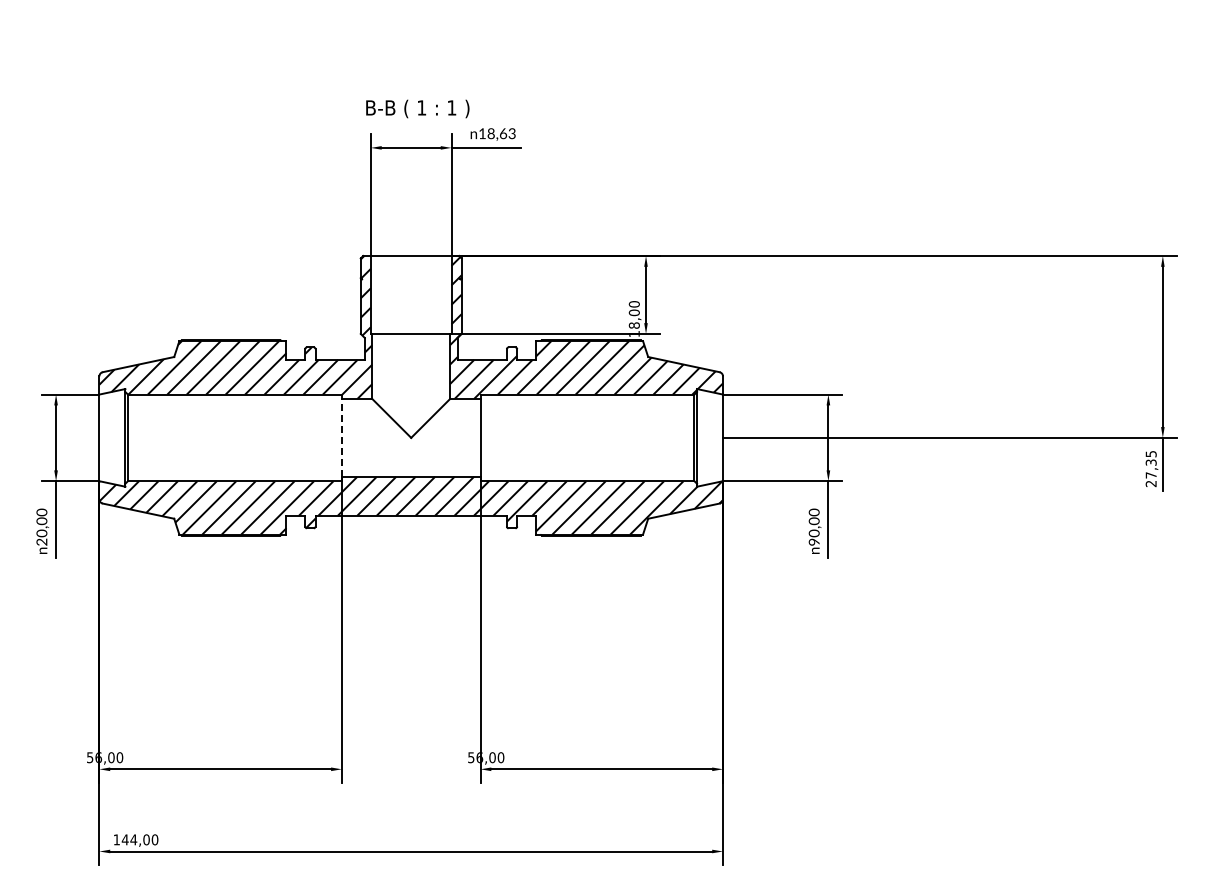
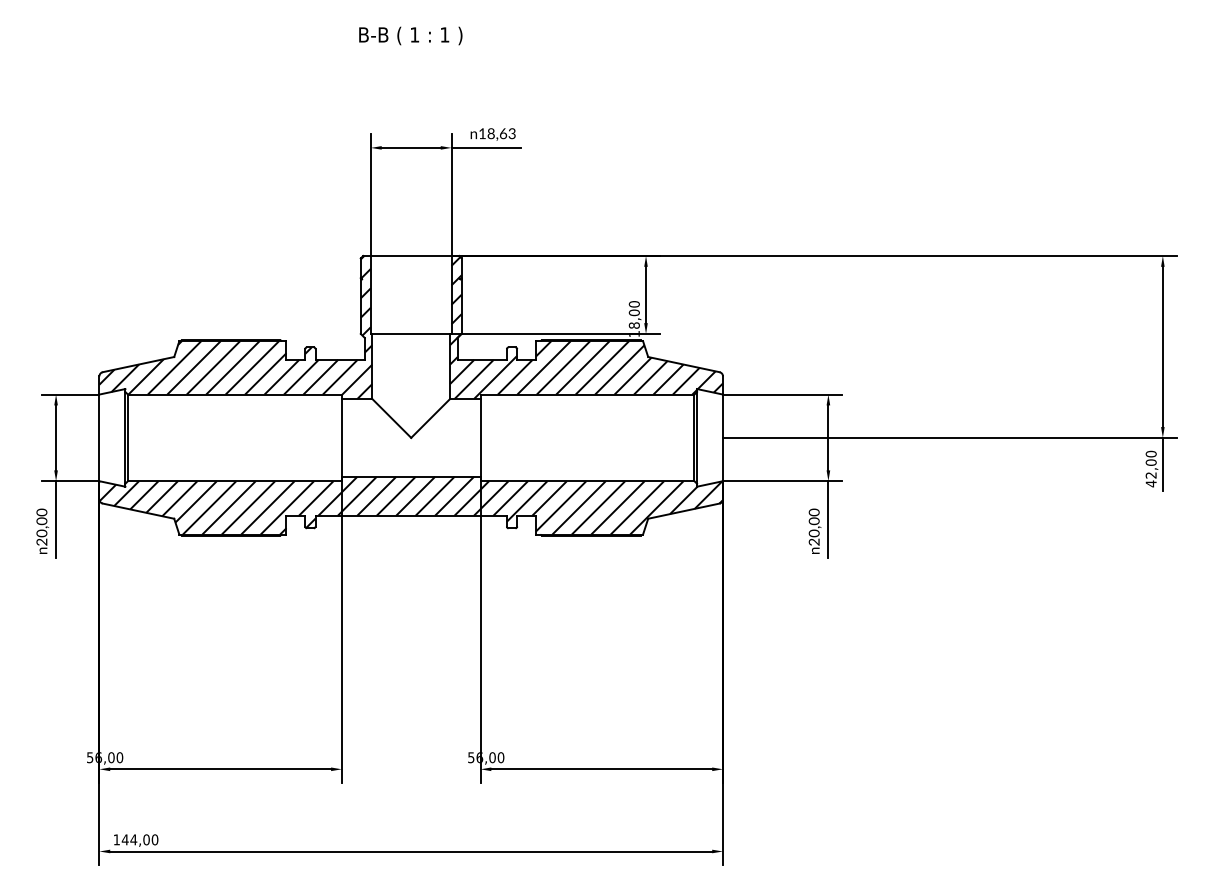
text at (417, 108) position: (417, 108) -> (410, 35)
line at (341, 437): dashed -> solid
text at (1150, 468): 27,35 -> 42,00
text at (814, 541): 90,00 -> 20,00
